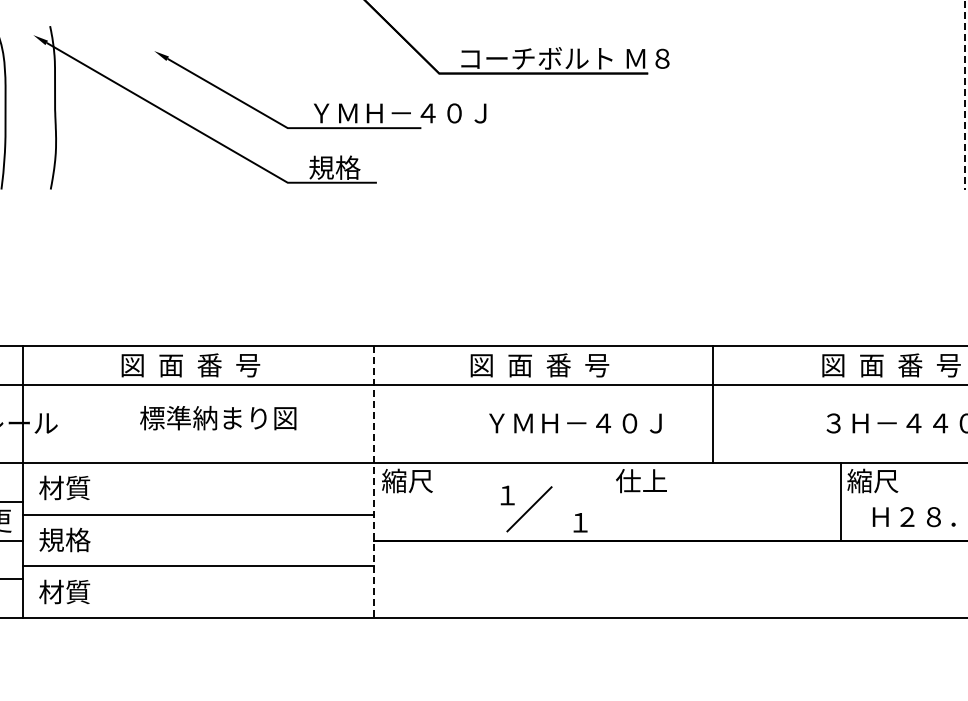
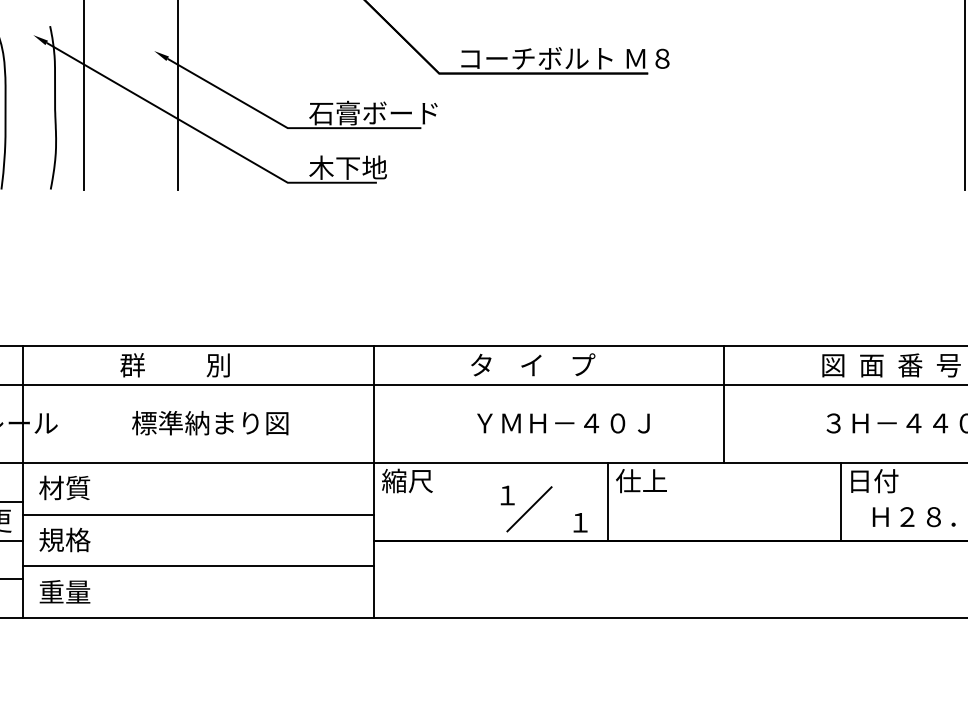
line at (83, 95): none -> present
line at (177, 95): none -> present
line at (965, 95): dashed -> solid
text at (397, 112): ＹＭＨ－４０Ｊ -> 石膏ボード
text at (347, 167): 規格 -> 木下地
text at (190, 365): 図  面  番  号 -> 群          別
text at (539, 365): 図  面  番  号 -> タ    イ    プ
line at (713, 403) position: (713, 403) -> (724, 403)
text at (218, 418) position: (218, 418) -> (210, 423)
text at (575, 423) position: (575, 423) -> (563, 423)
text at (872, 480): 縮尺 -> 日付
line at (373, 482): dashed -> solid
line at (607, 501): none -> present
text at (64, 591): 材質 -> 重量
